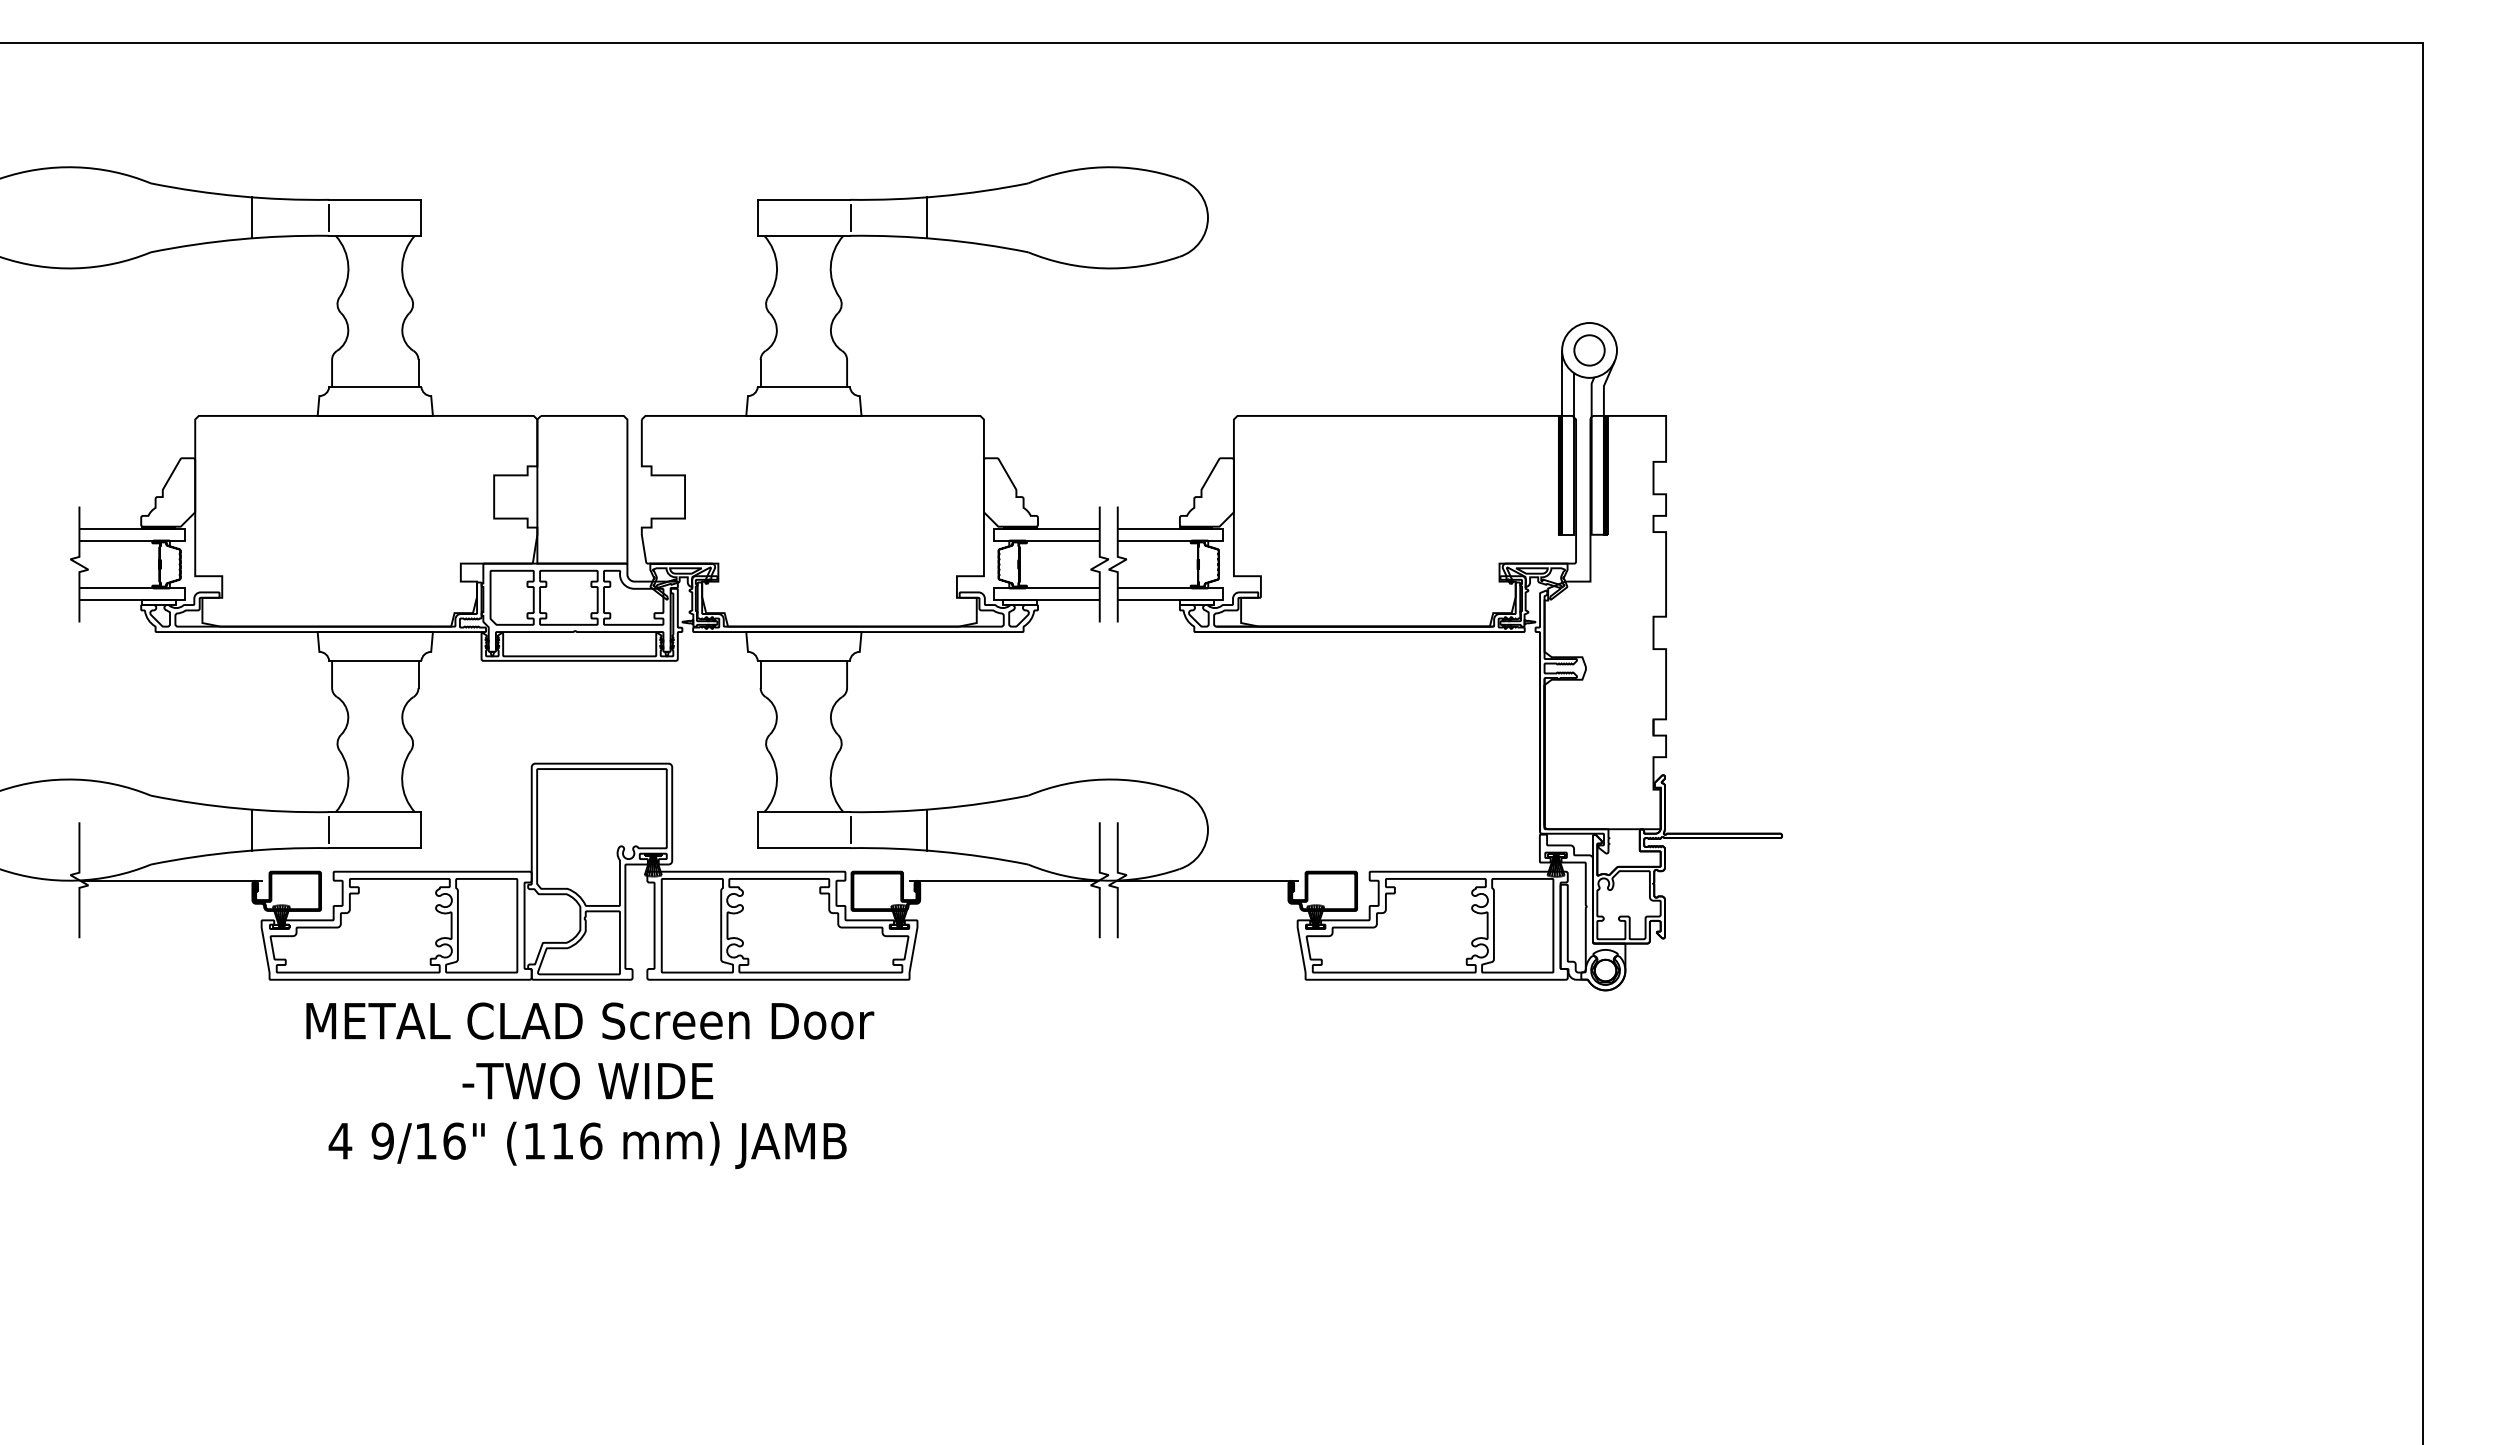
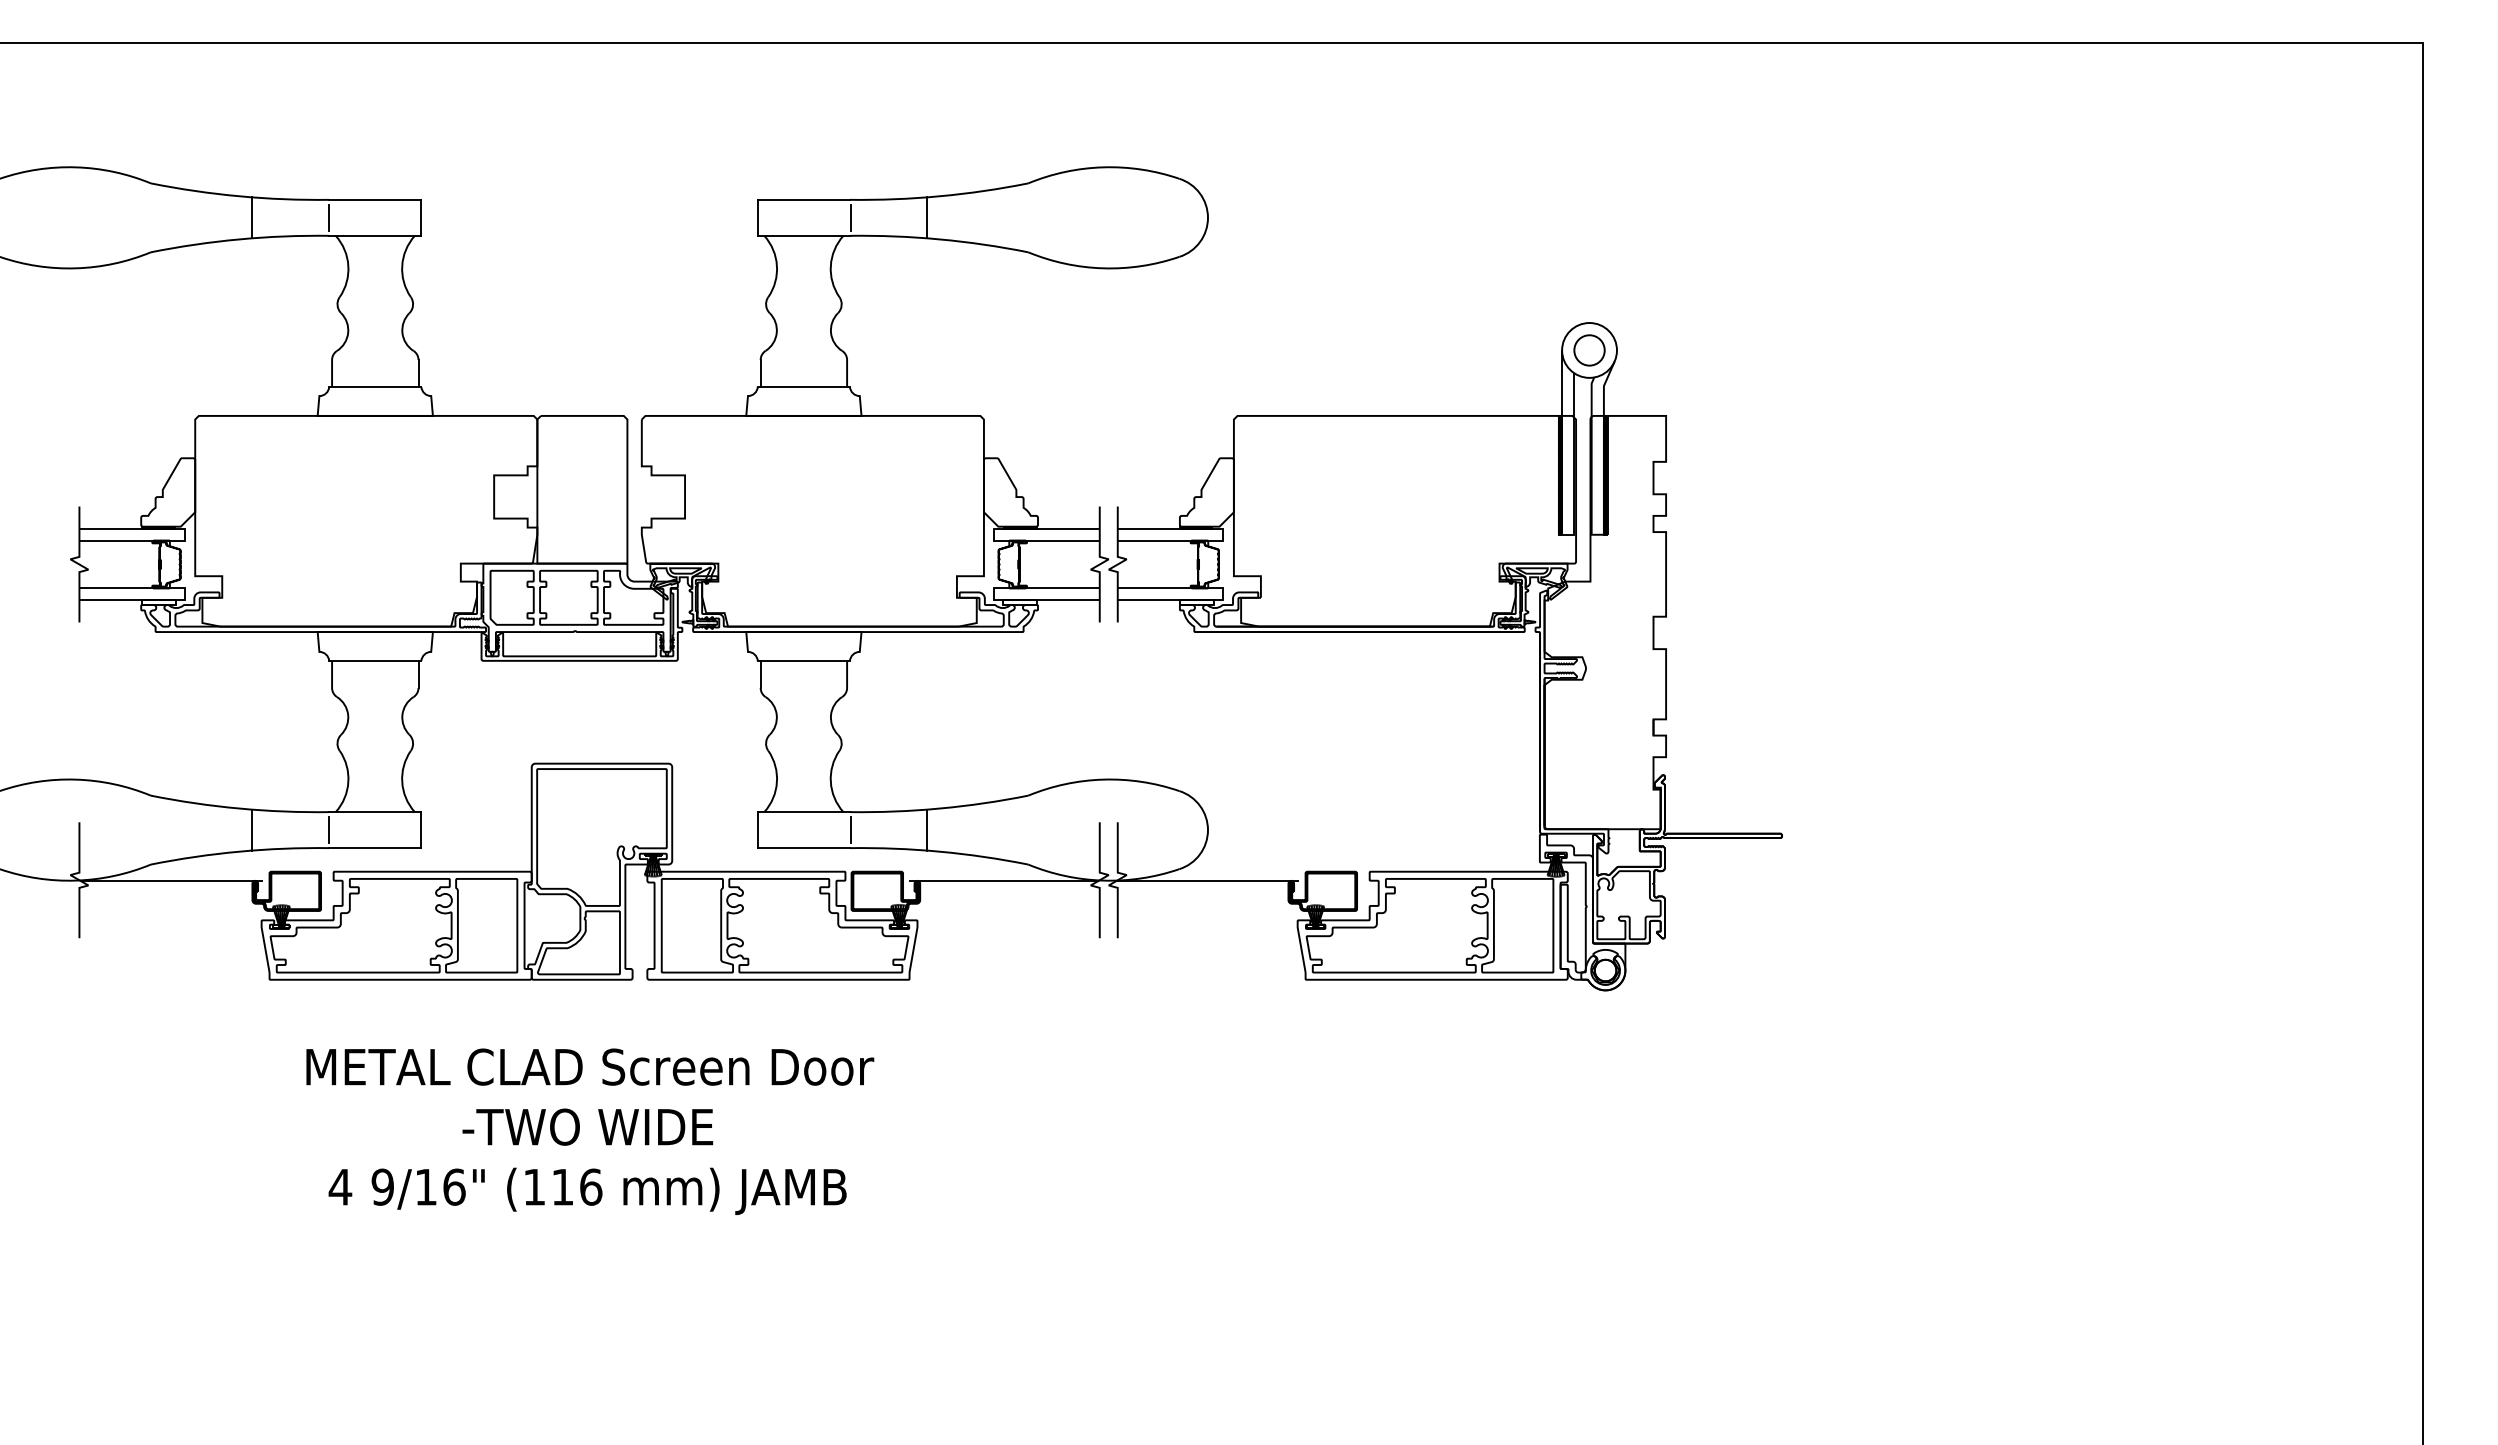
text at (590, 1085) position: (590, 1085) -> (590, 1131)
